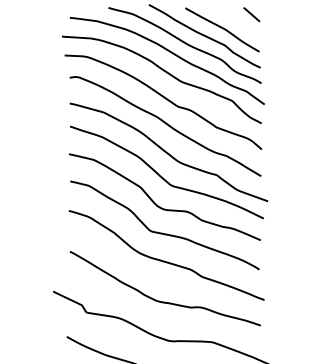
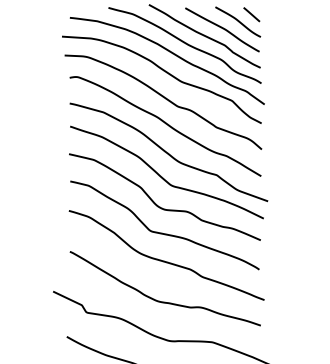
curve at (238, 21): none -> present
